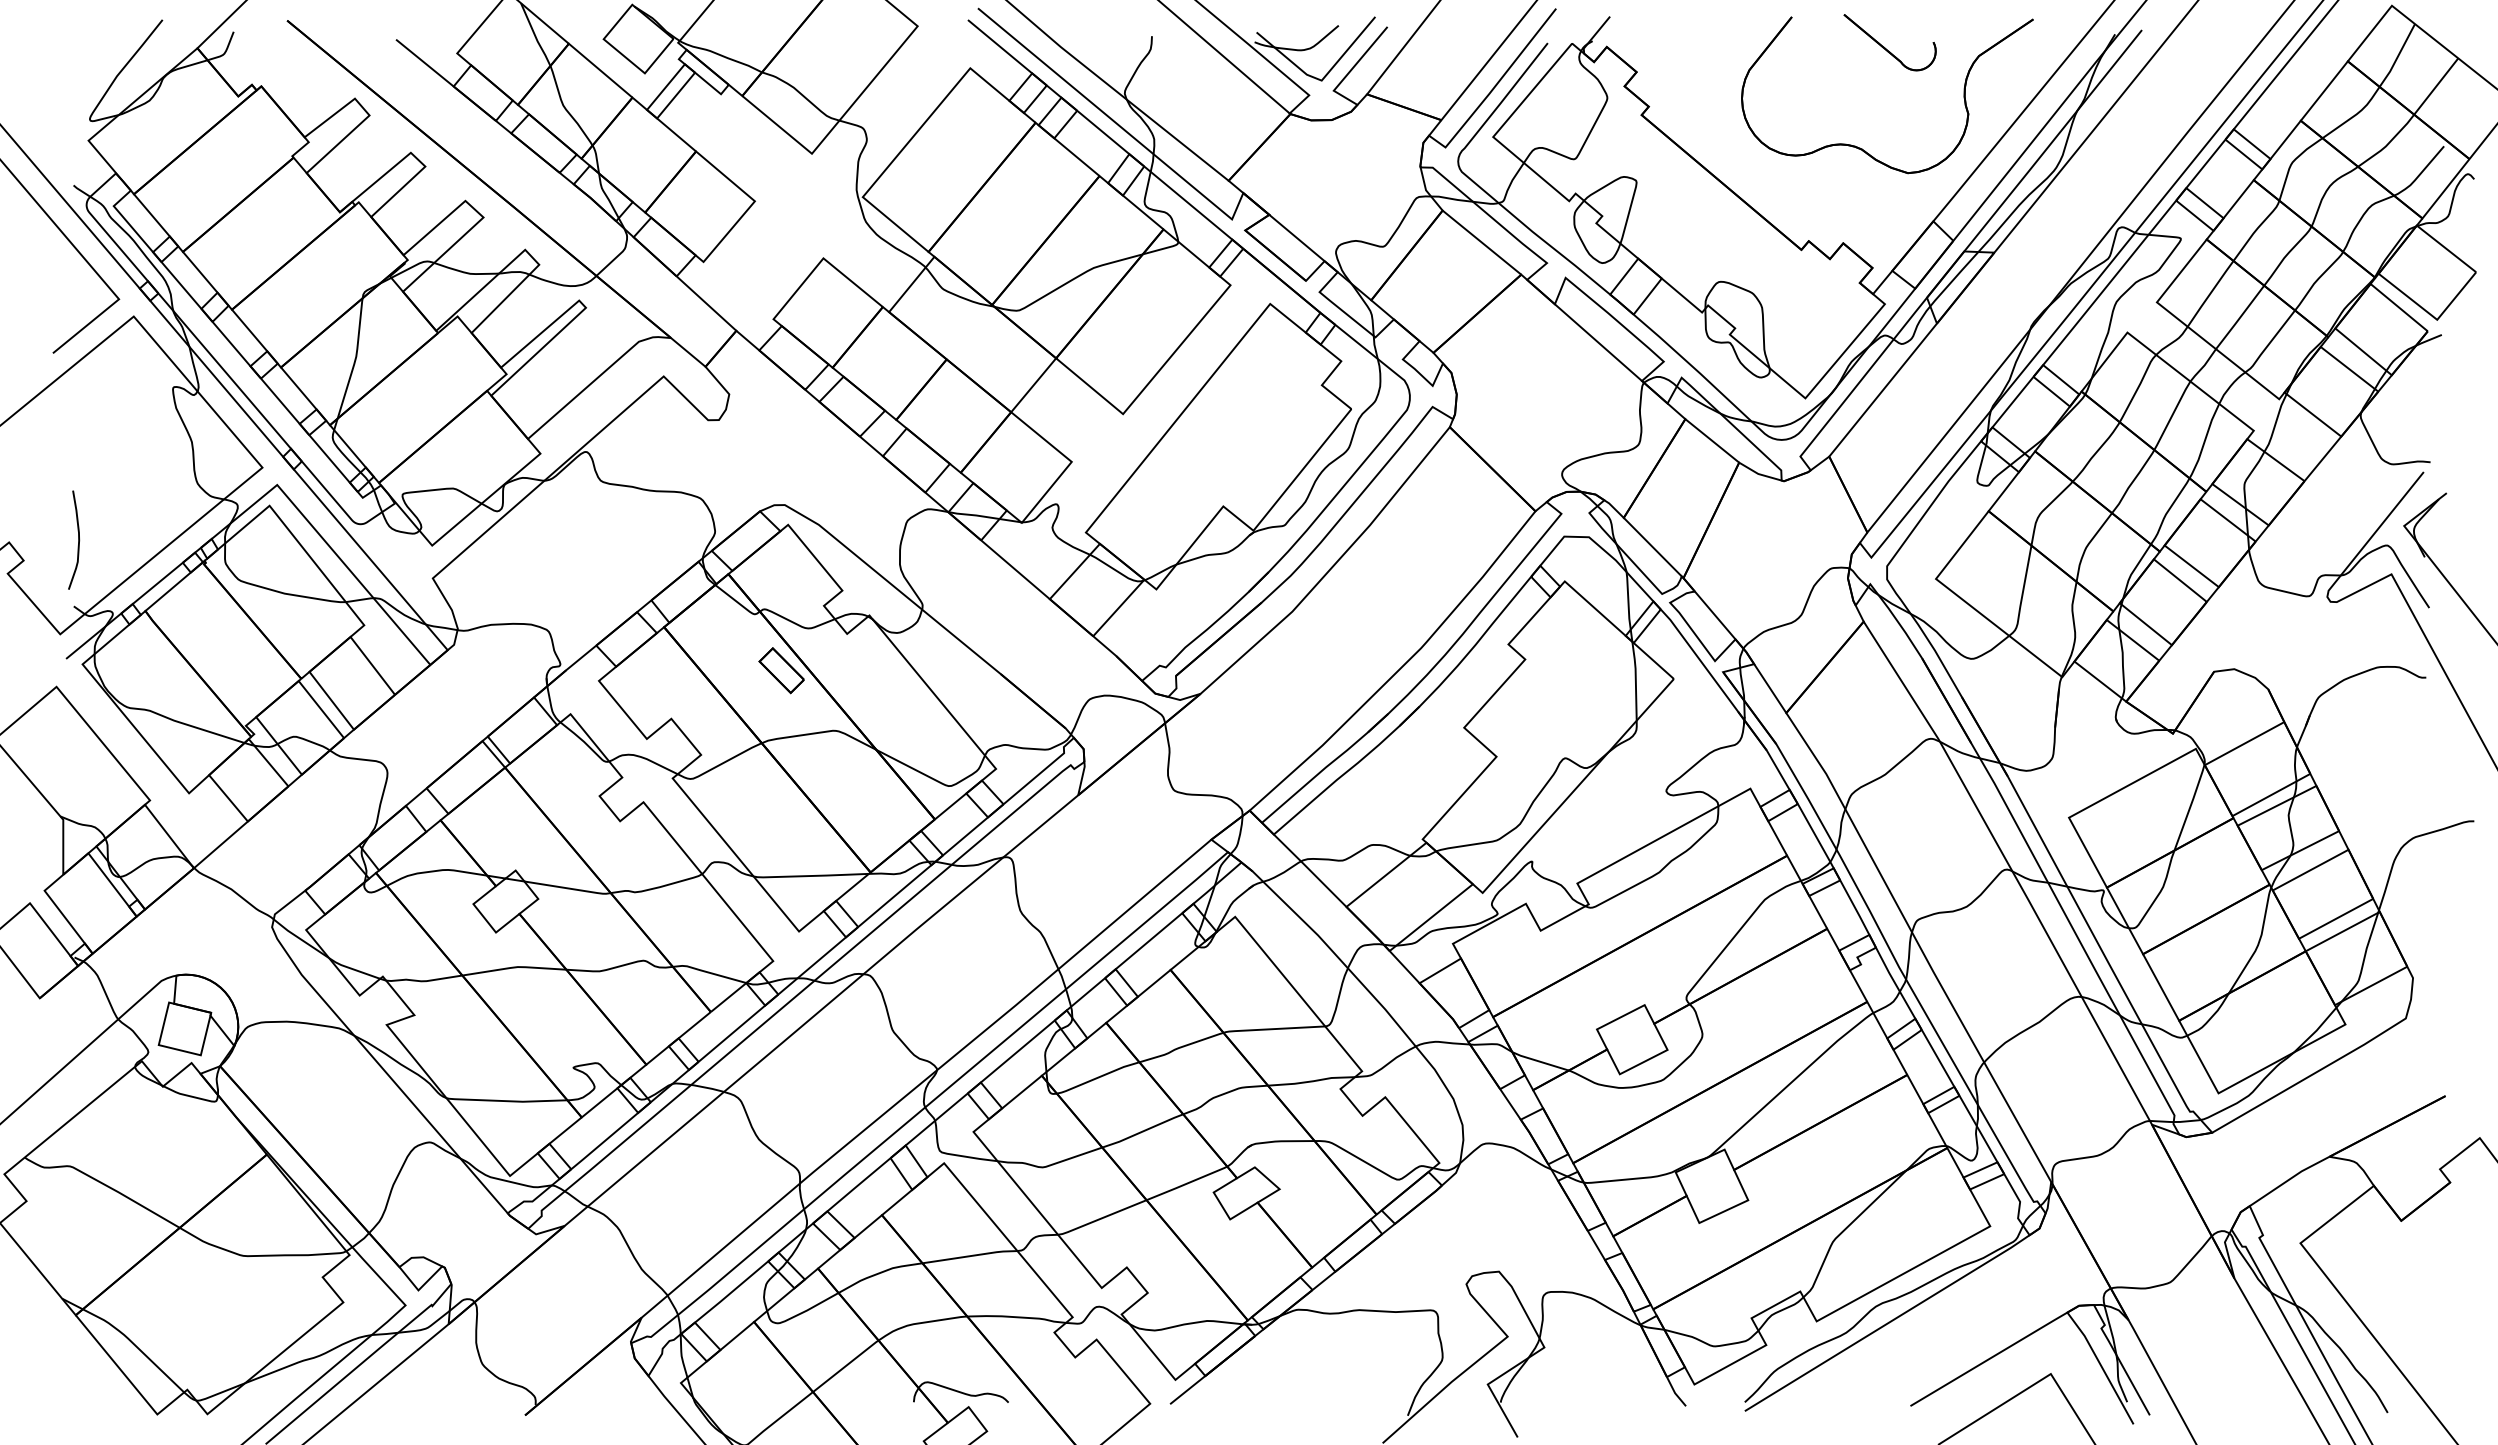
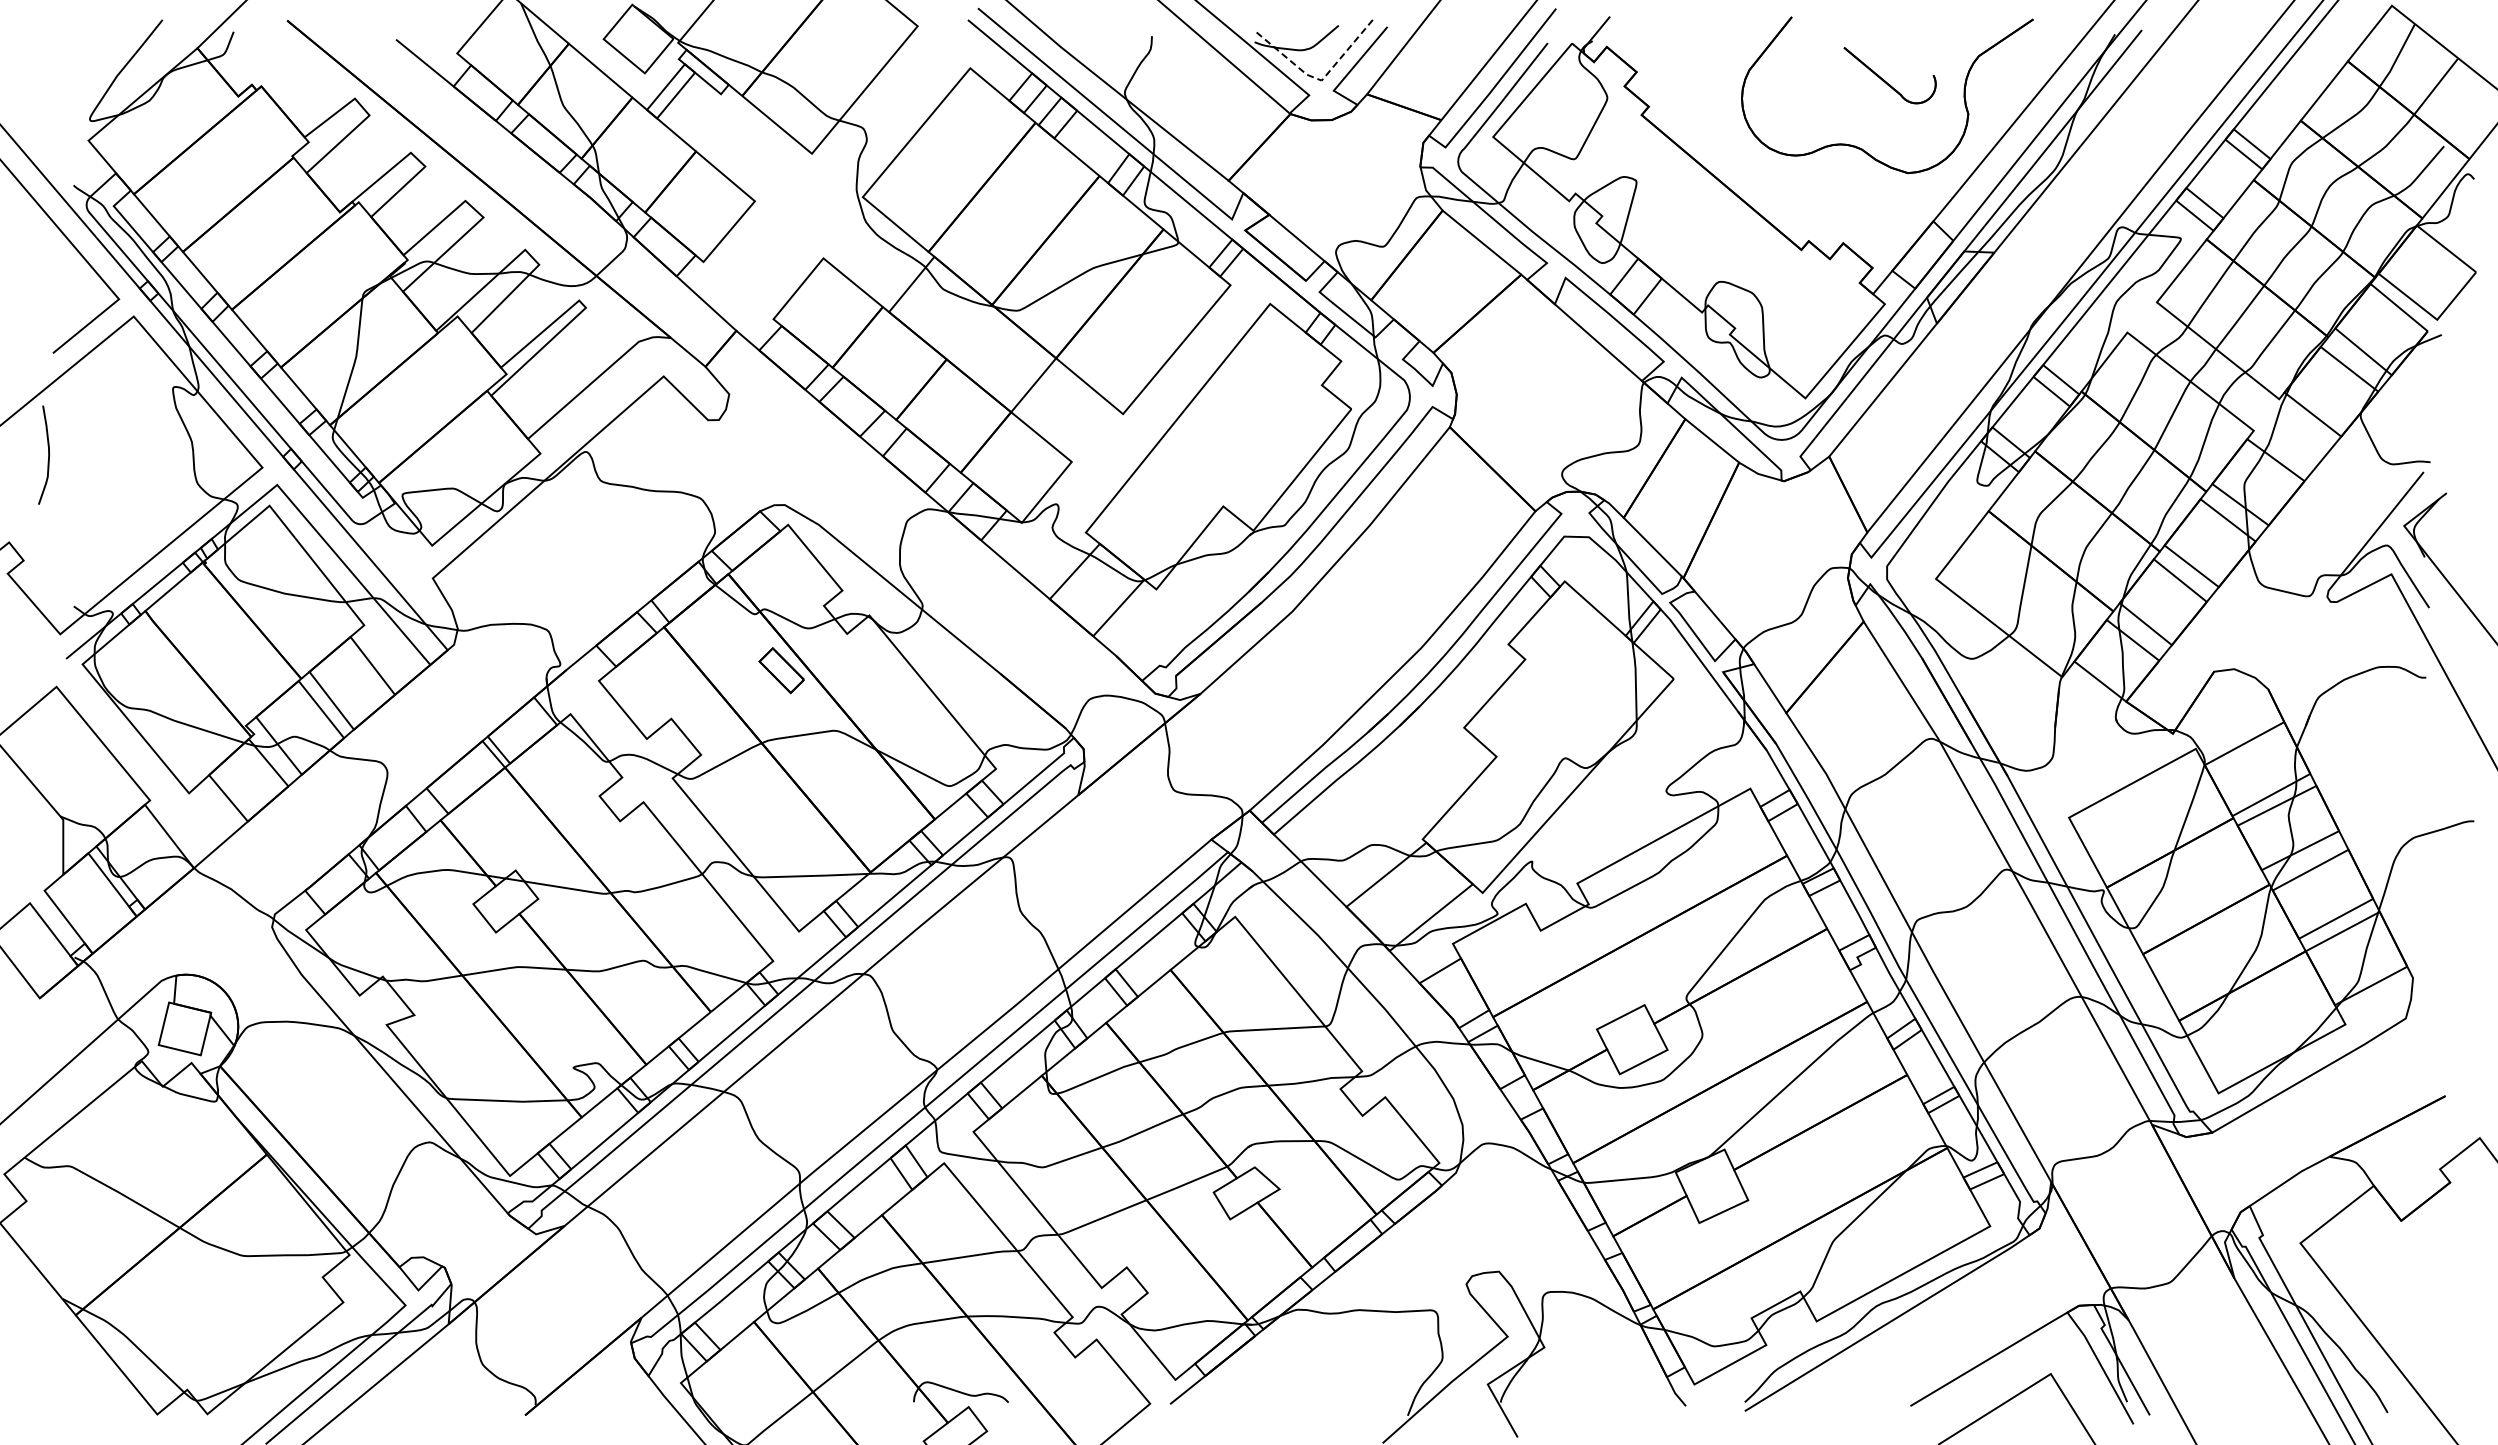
part at (1884, 46) position: (1884, 46) -> (1884, 79)
line at (1321, 80): solid -> dashed
curve at (78, 539) position: (78, 539) -> (48, 454)
